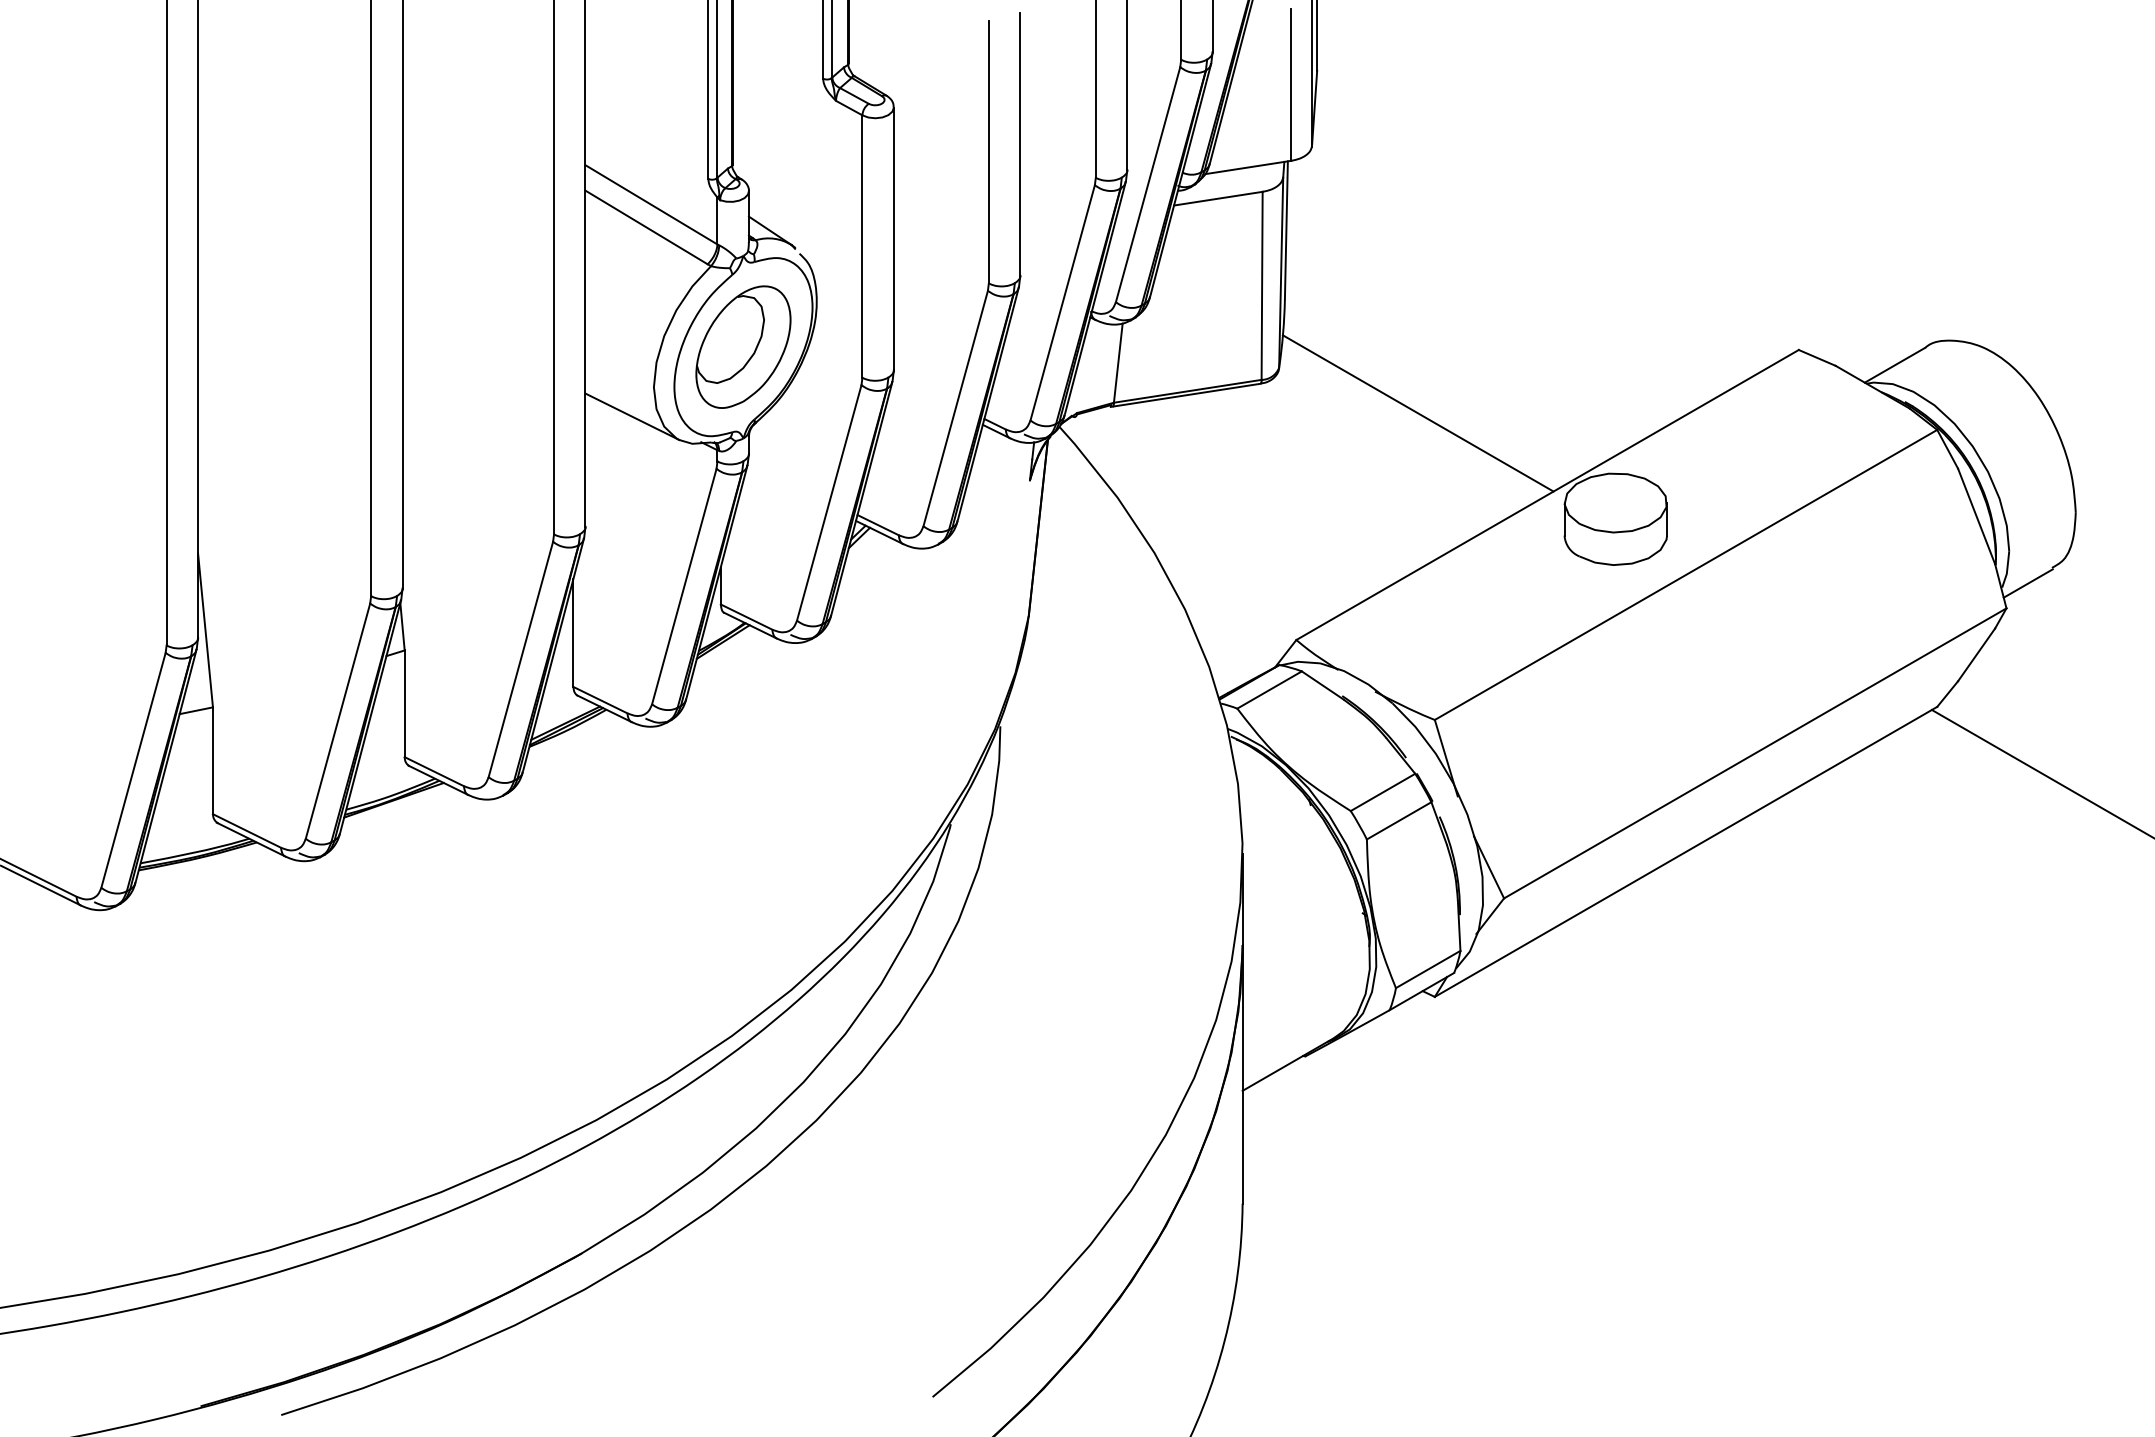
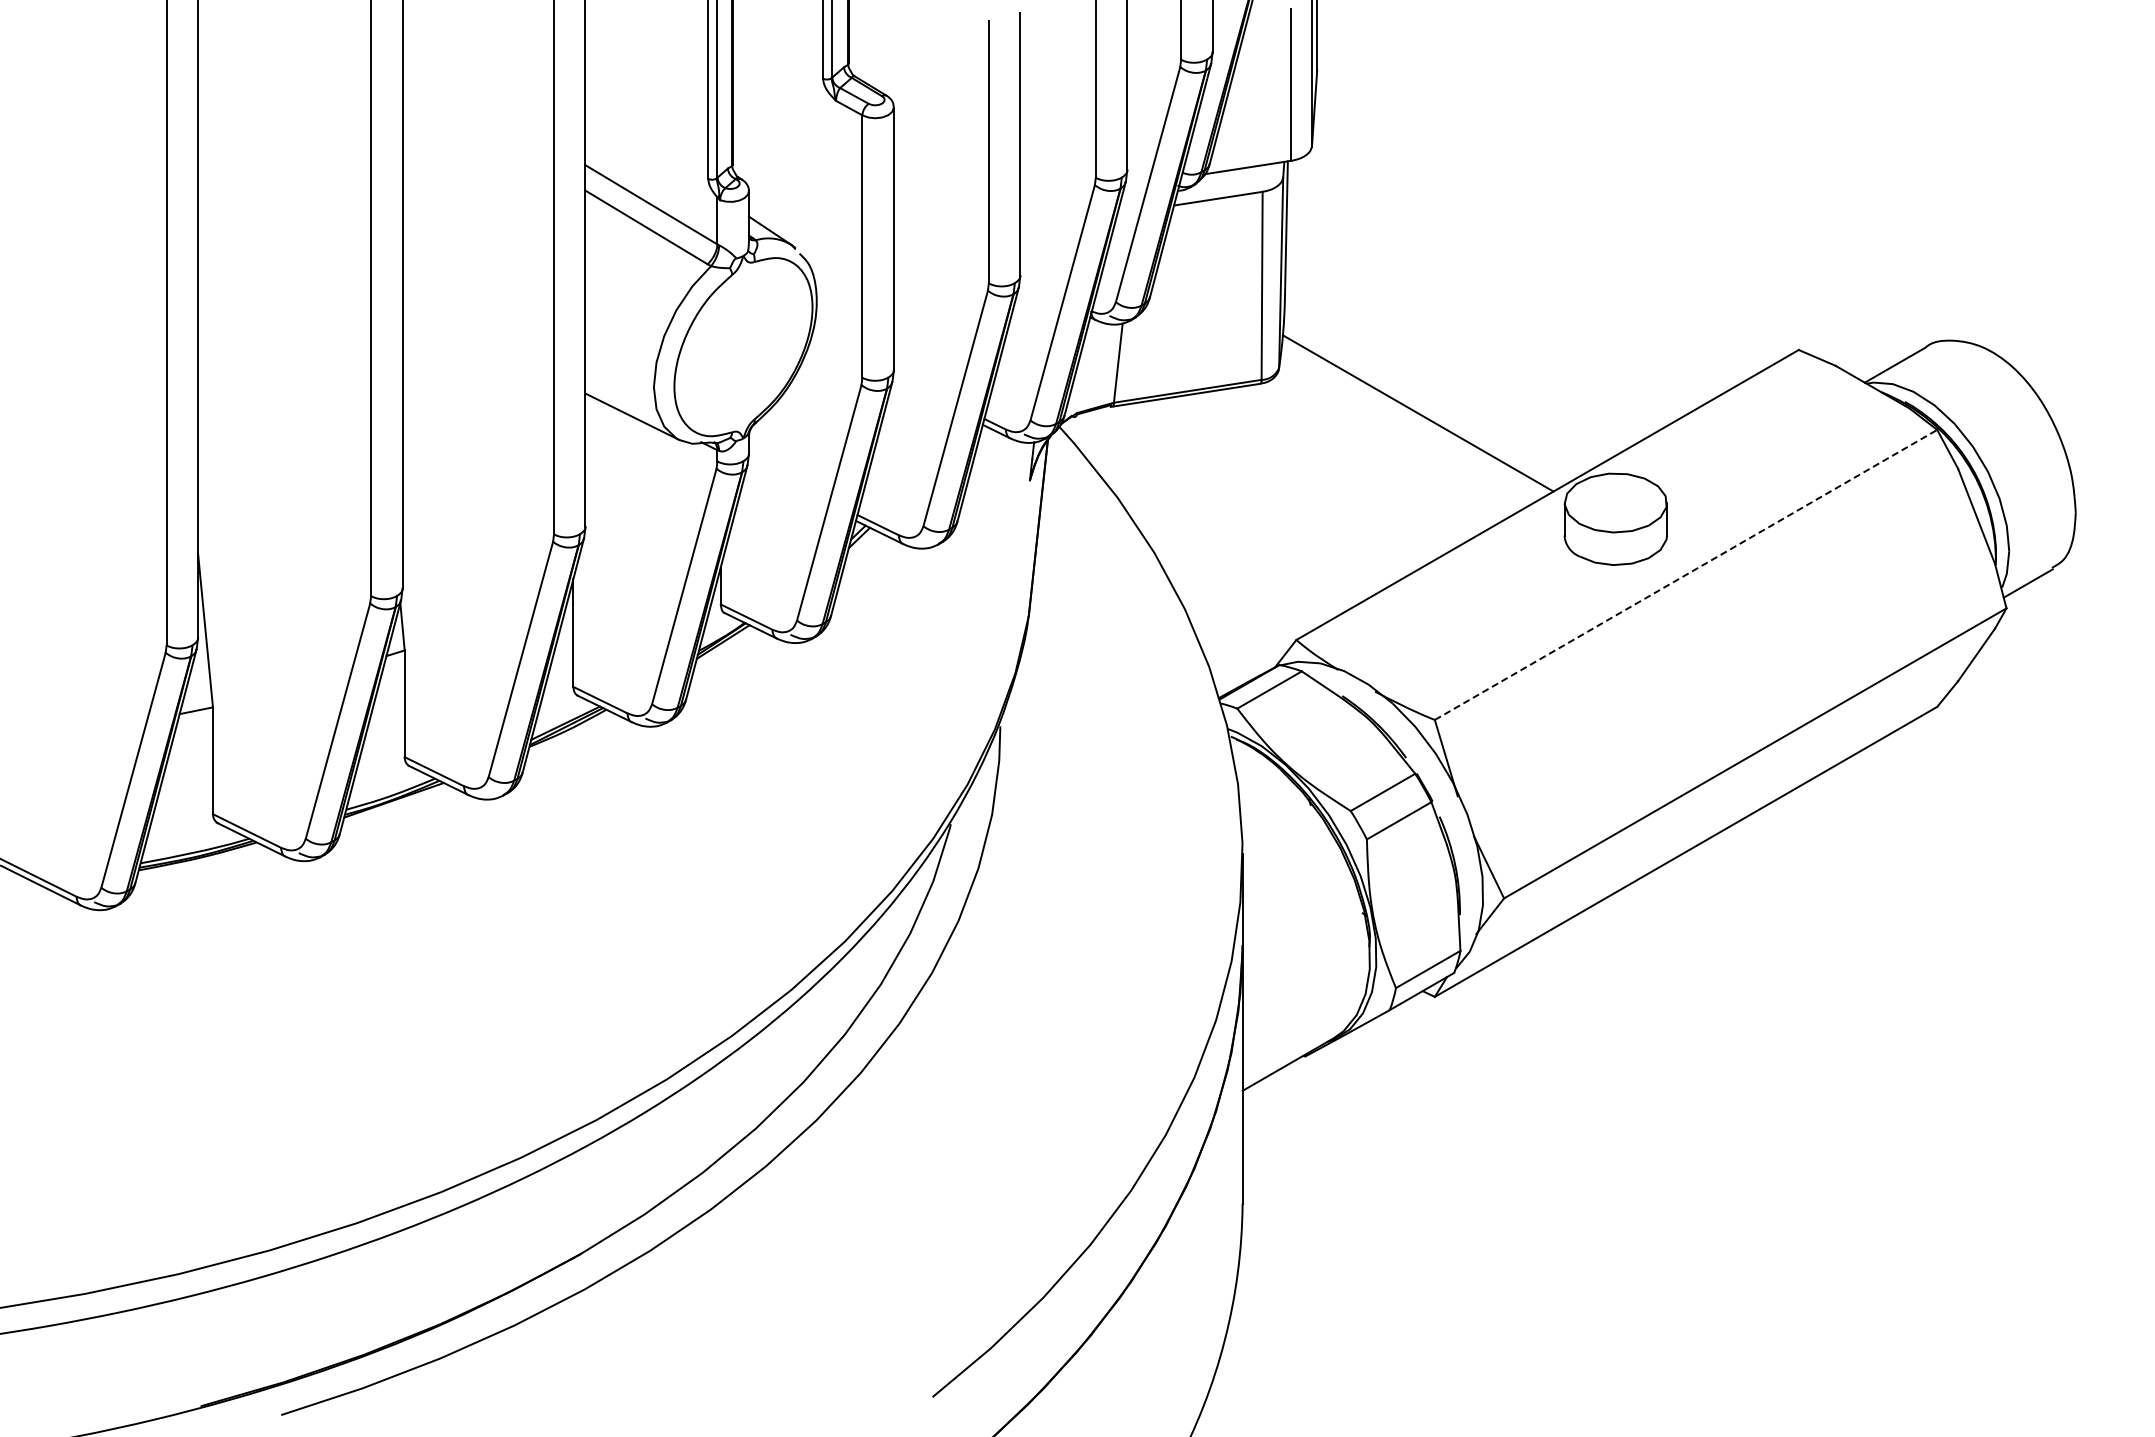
part at (743, 346): present -> none
line at (1686, 574): solid -> dashed
line at (2041, 772): present -> none
